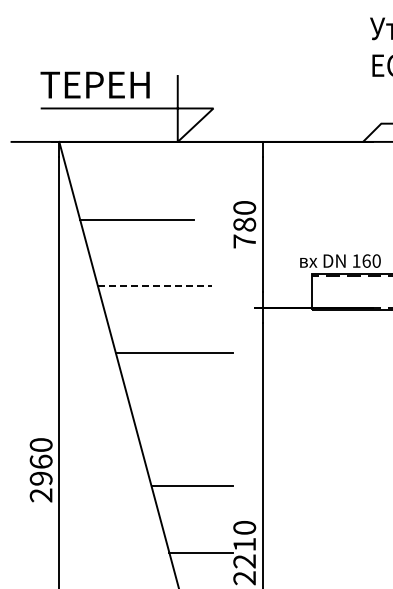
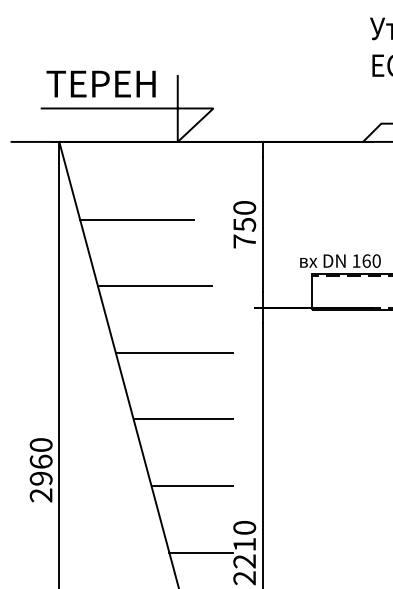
text at (94, 84) position: (94, 84) -> (100, 83)
text at (244, 224): 780 -> 750
line at (154, 286): dashed -> solid
line at (182, 419): none -> present
